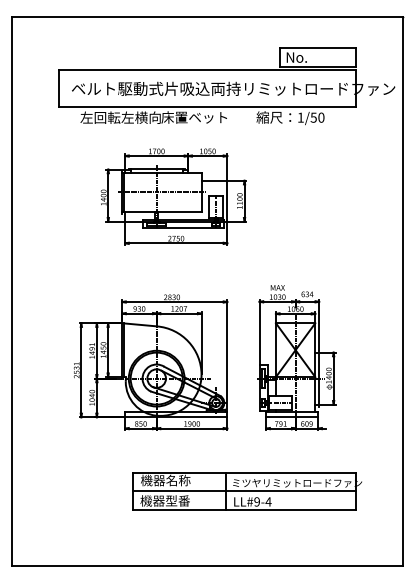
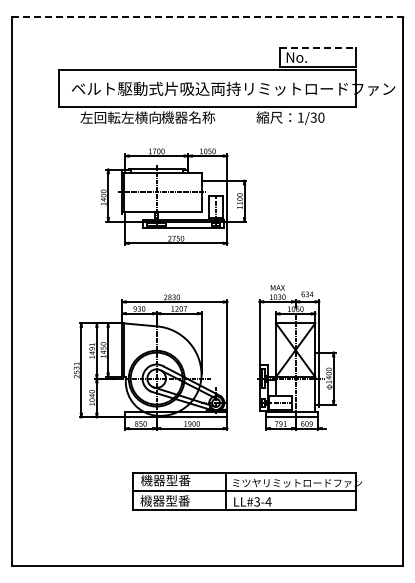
line at (207, 17): solid -> dashed
line at (318, 47): solid -> dashed
text at (193, 117): 床置ベット -> 機器名称
text at (313, 117): 1/50 -> 1/30
text at (178, 480): 機器名称 -> 機器型番
text at (256, 501): LL#9-4 -> LL#3-4
